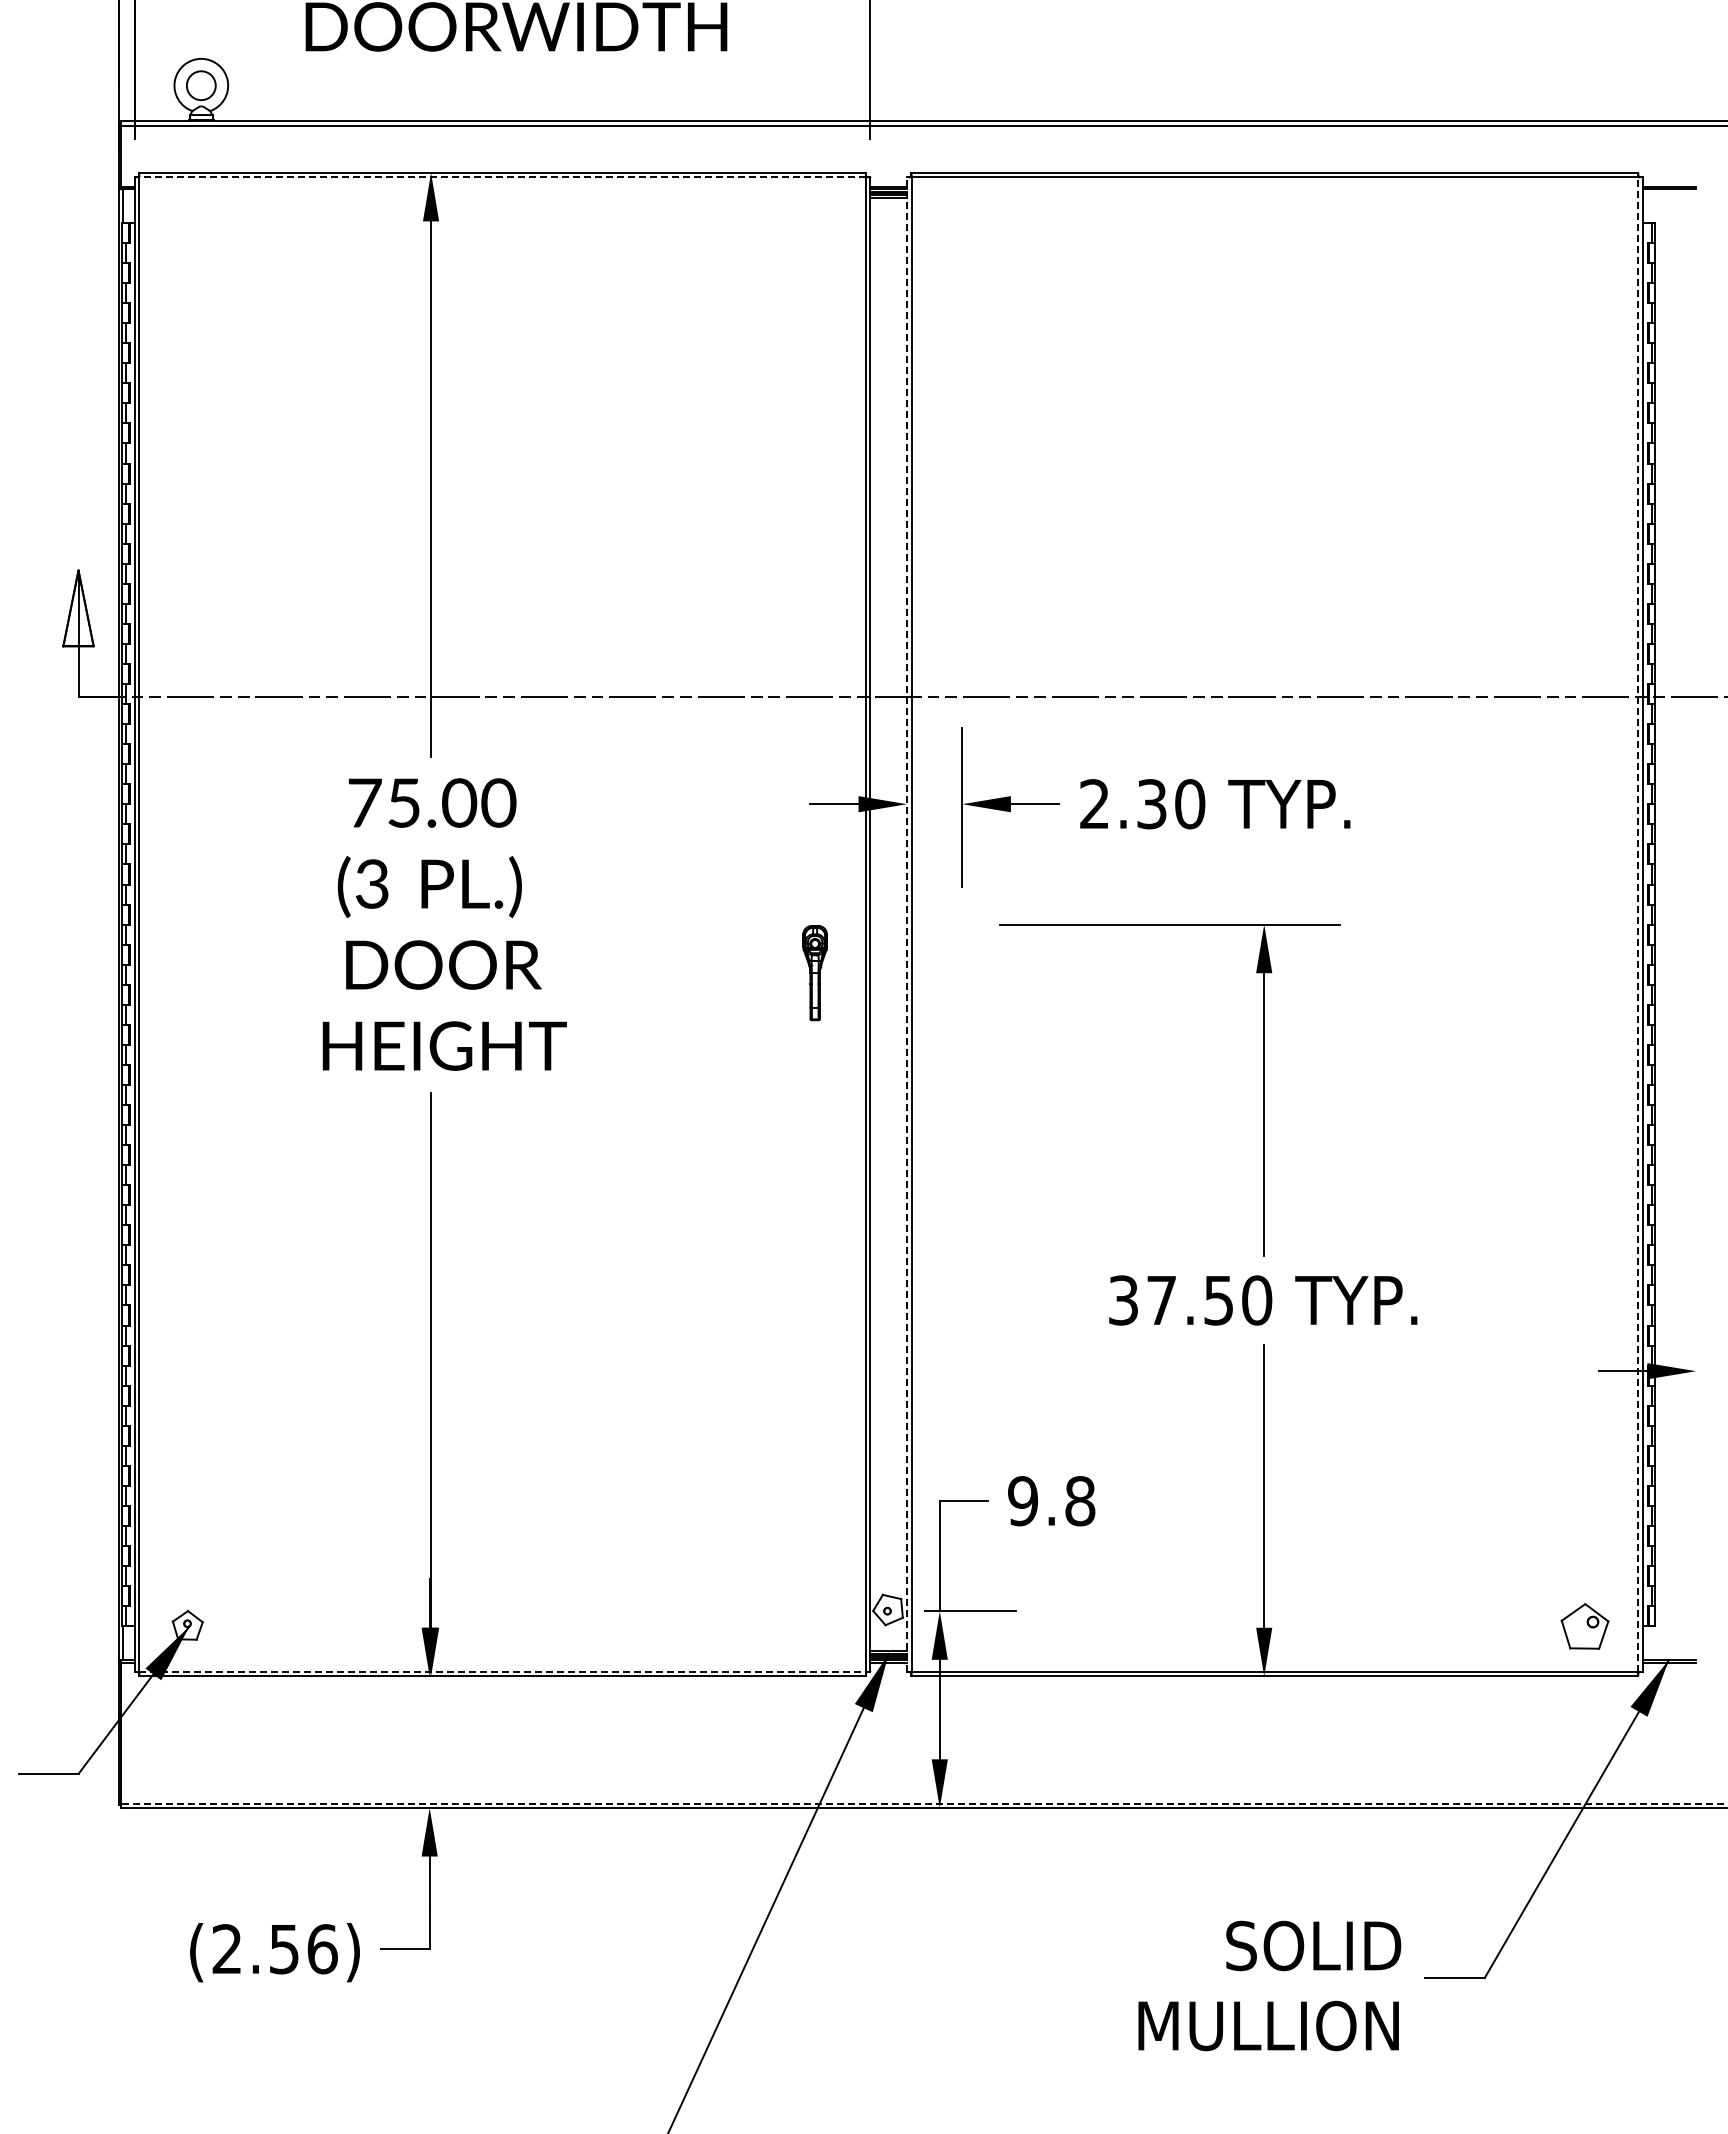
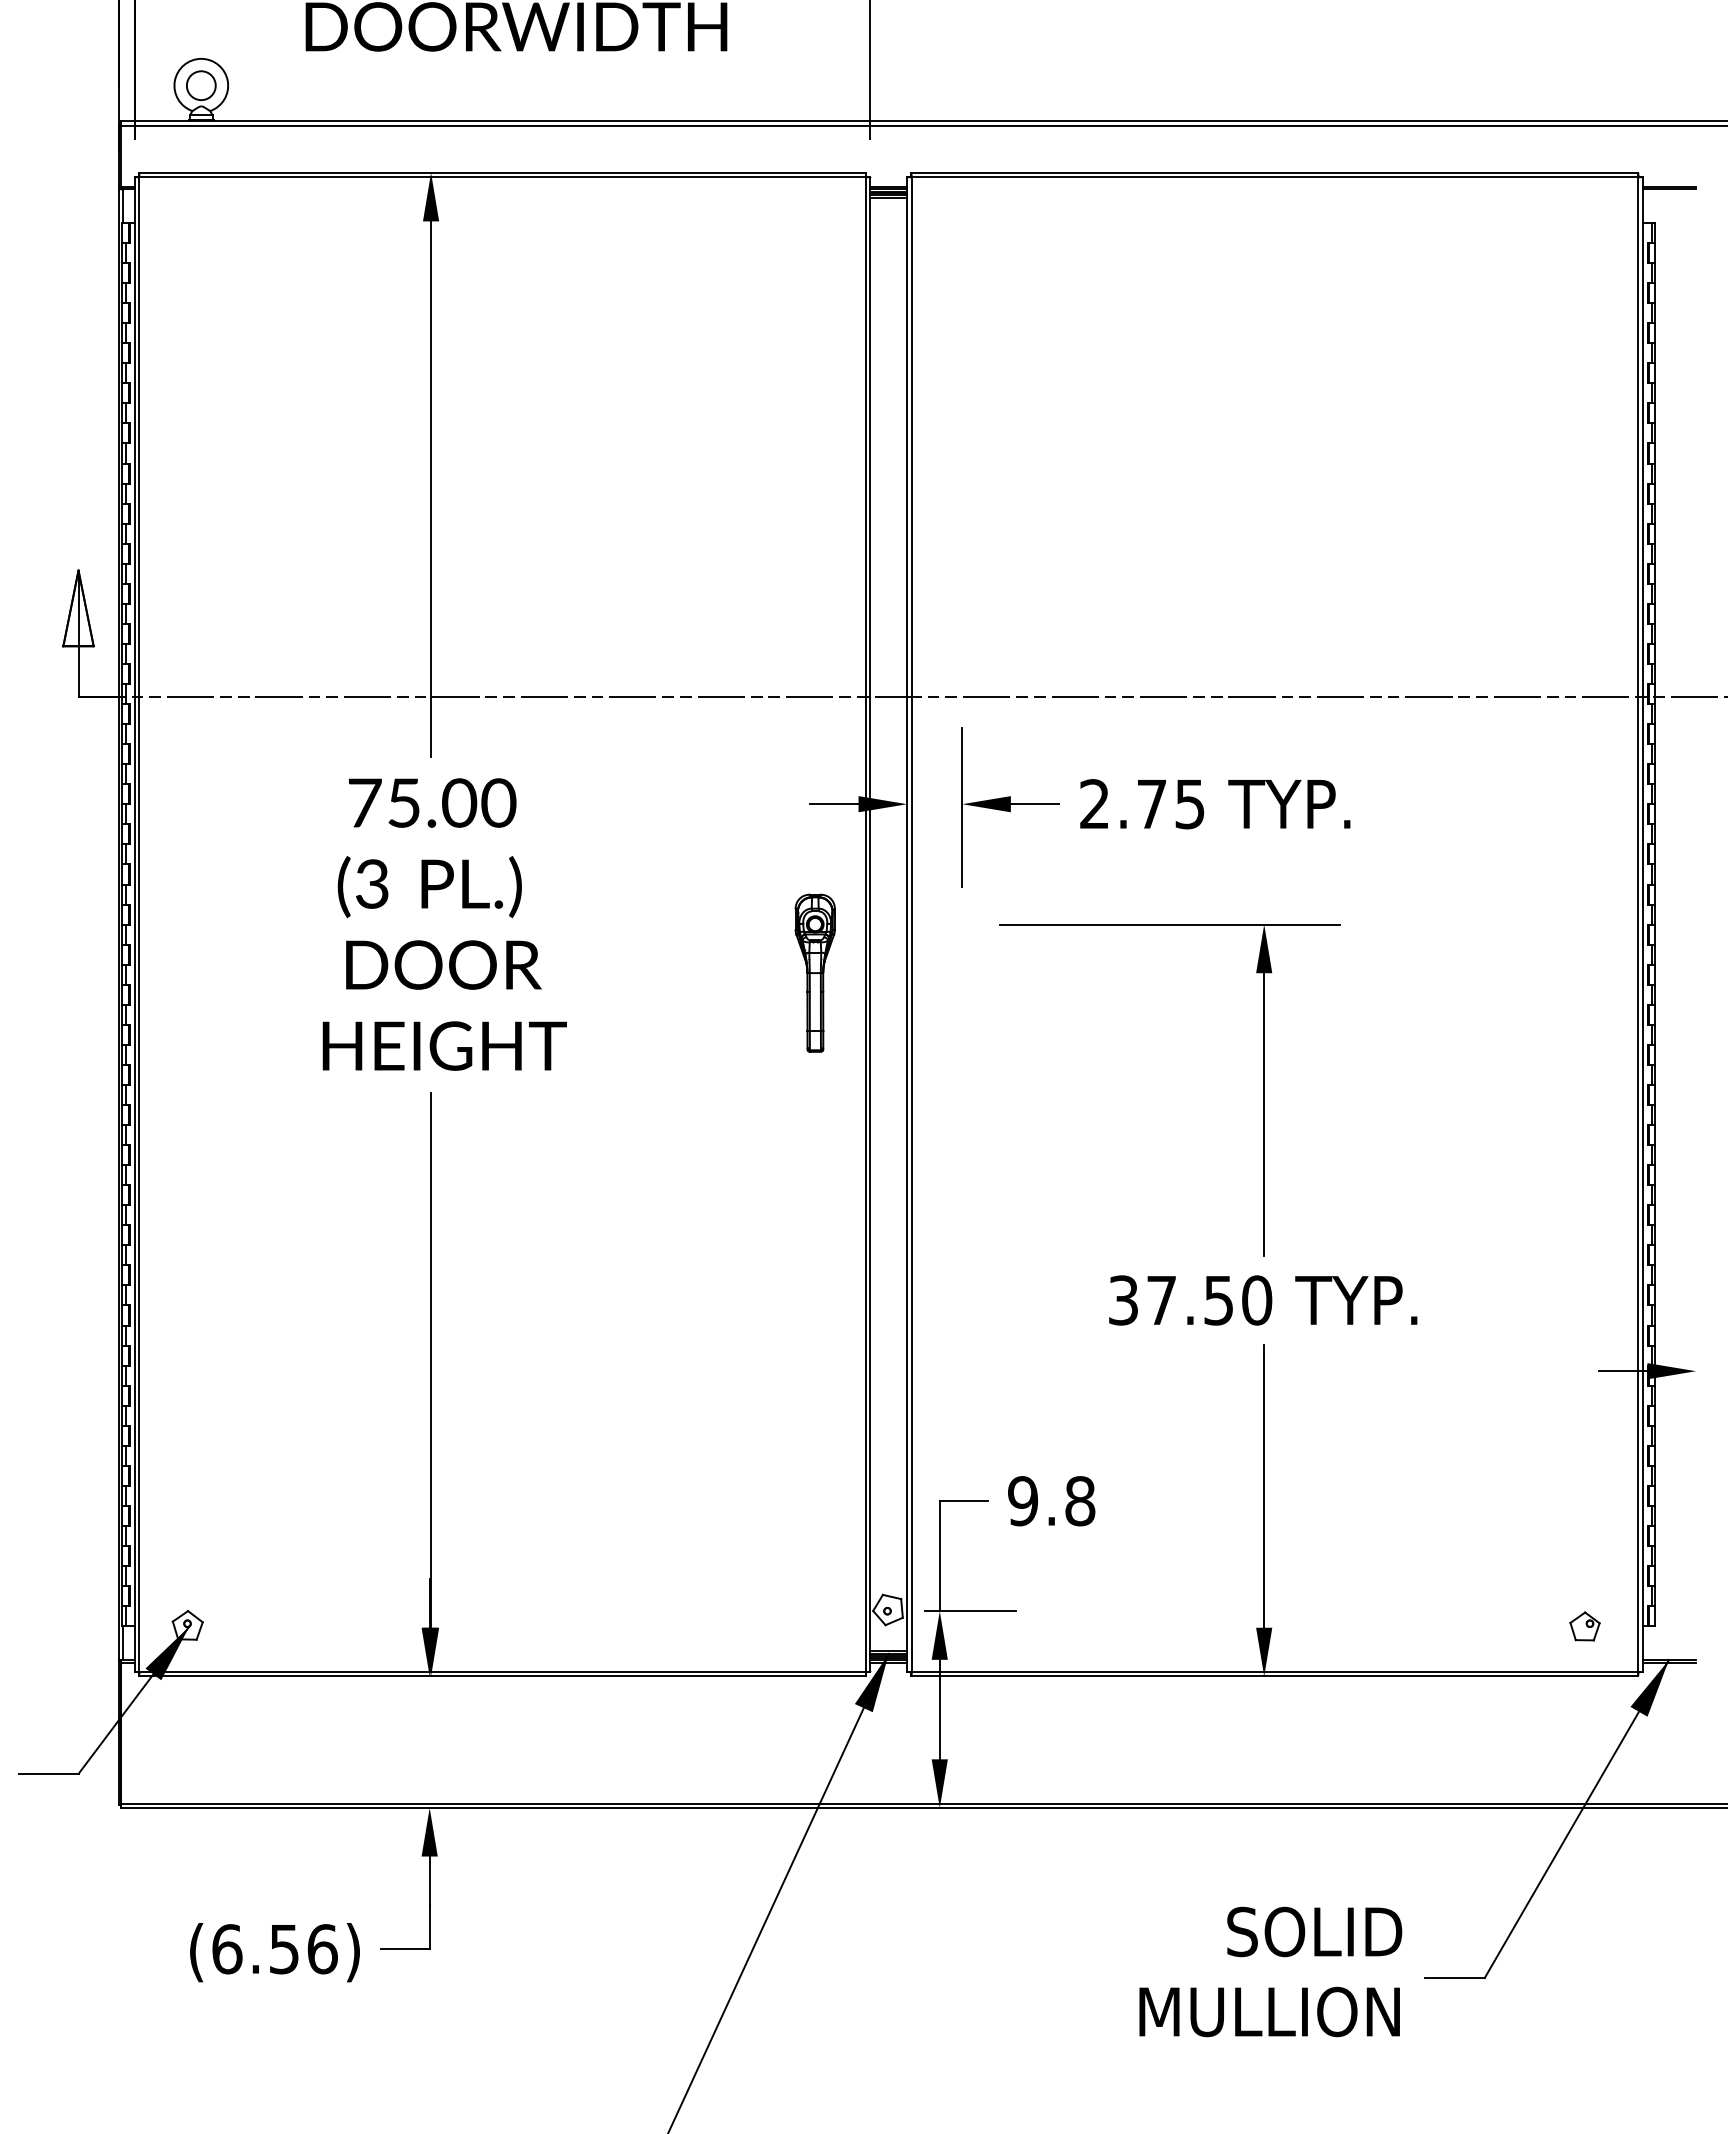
line at (502, 177): dashed -> solid
text at (1171, 804): 2.30 -> 2.75
line at (907, 924): dashed -> solid
line at (1638, 924): dashed -> solid
part at (814, 973) size: 26x97 px -> 42x160 px
part at (1584, 1626) size: 50x47 px -> 32x31 px
line at (503, 1671): dashed -> solid
line at (923, 1803): dashed -> solid
text at (227, 1949): (2.56) -> (6.56)
text at (1269, 1985) position: (1269, 1985) -> (1270, 1971)
